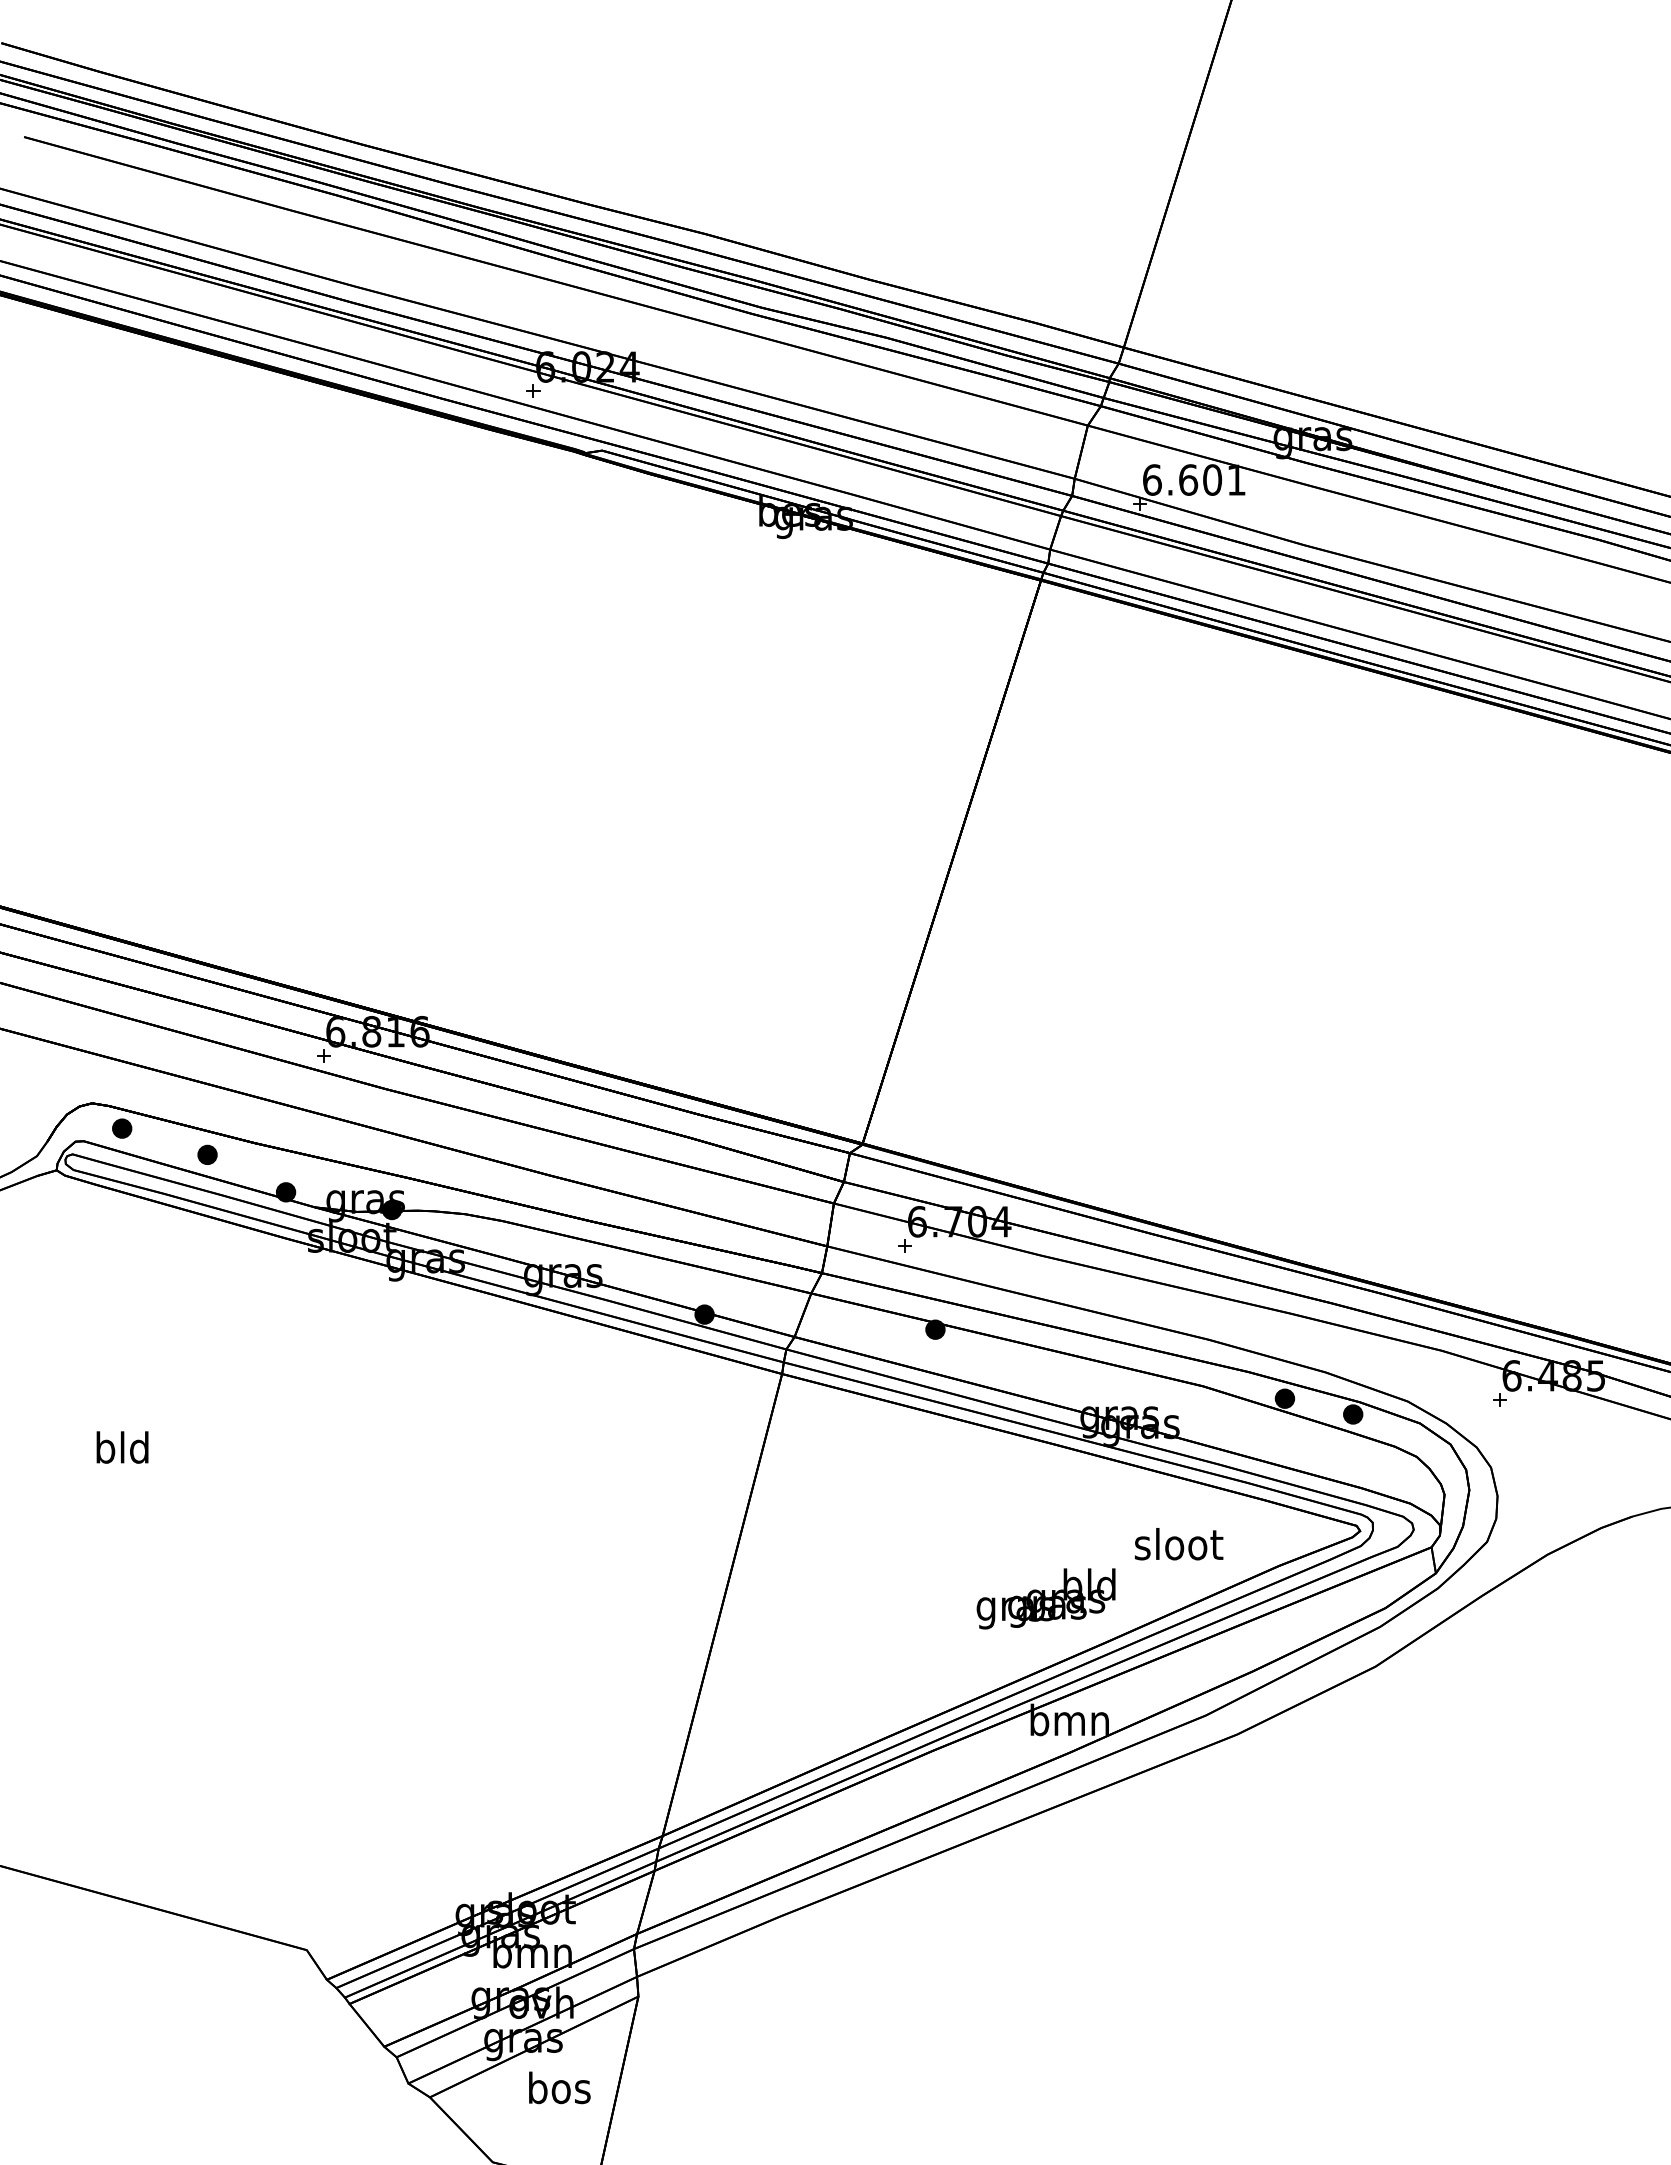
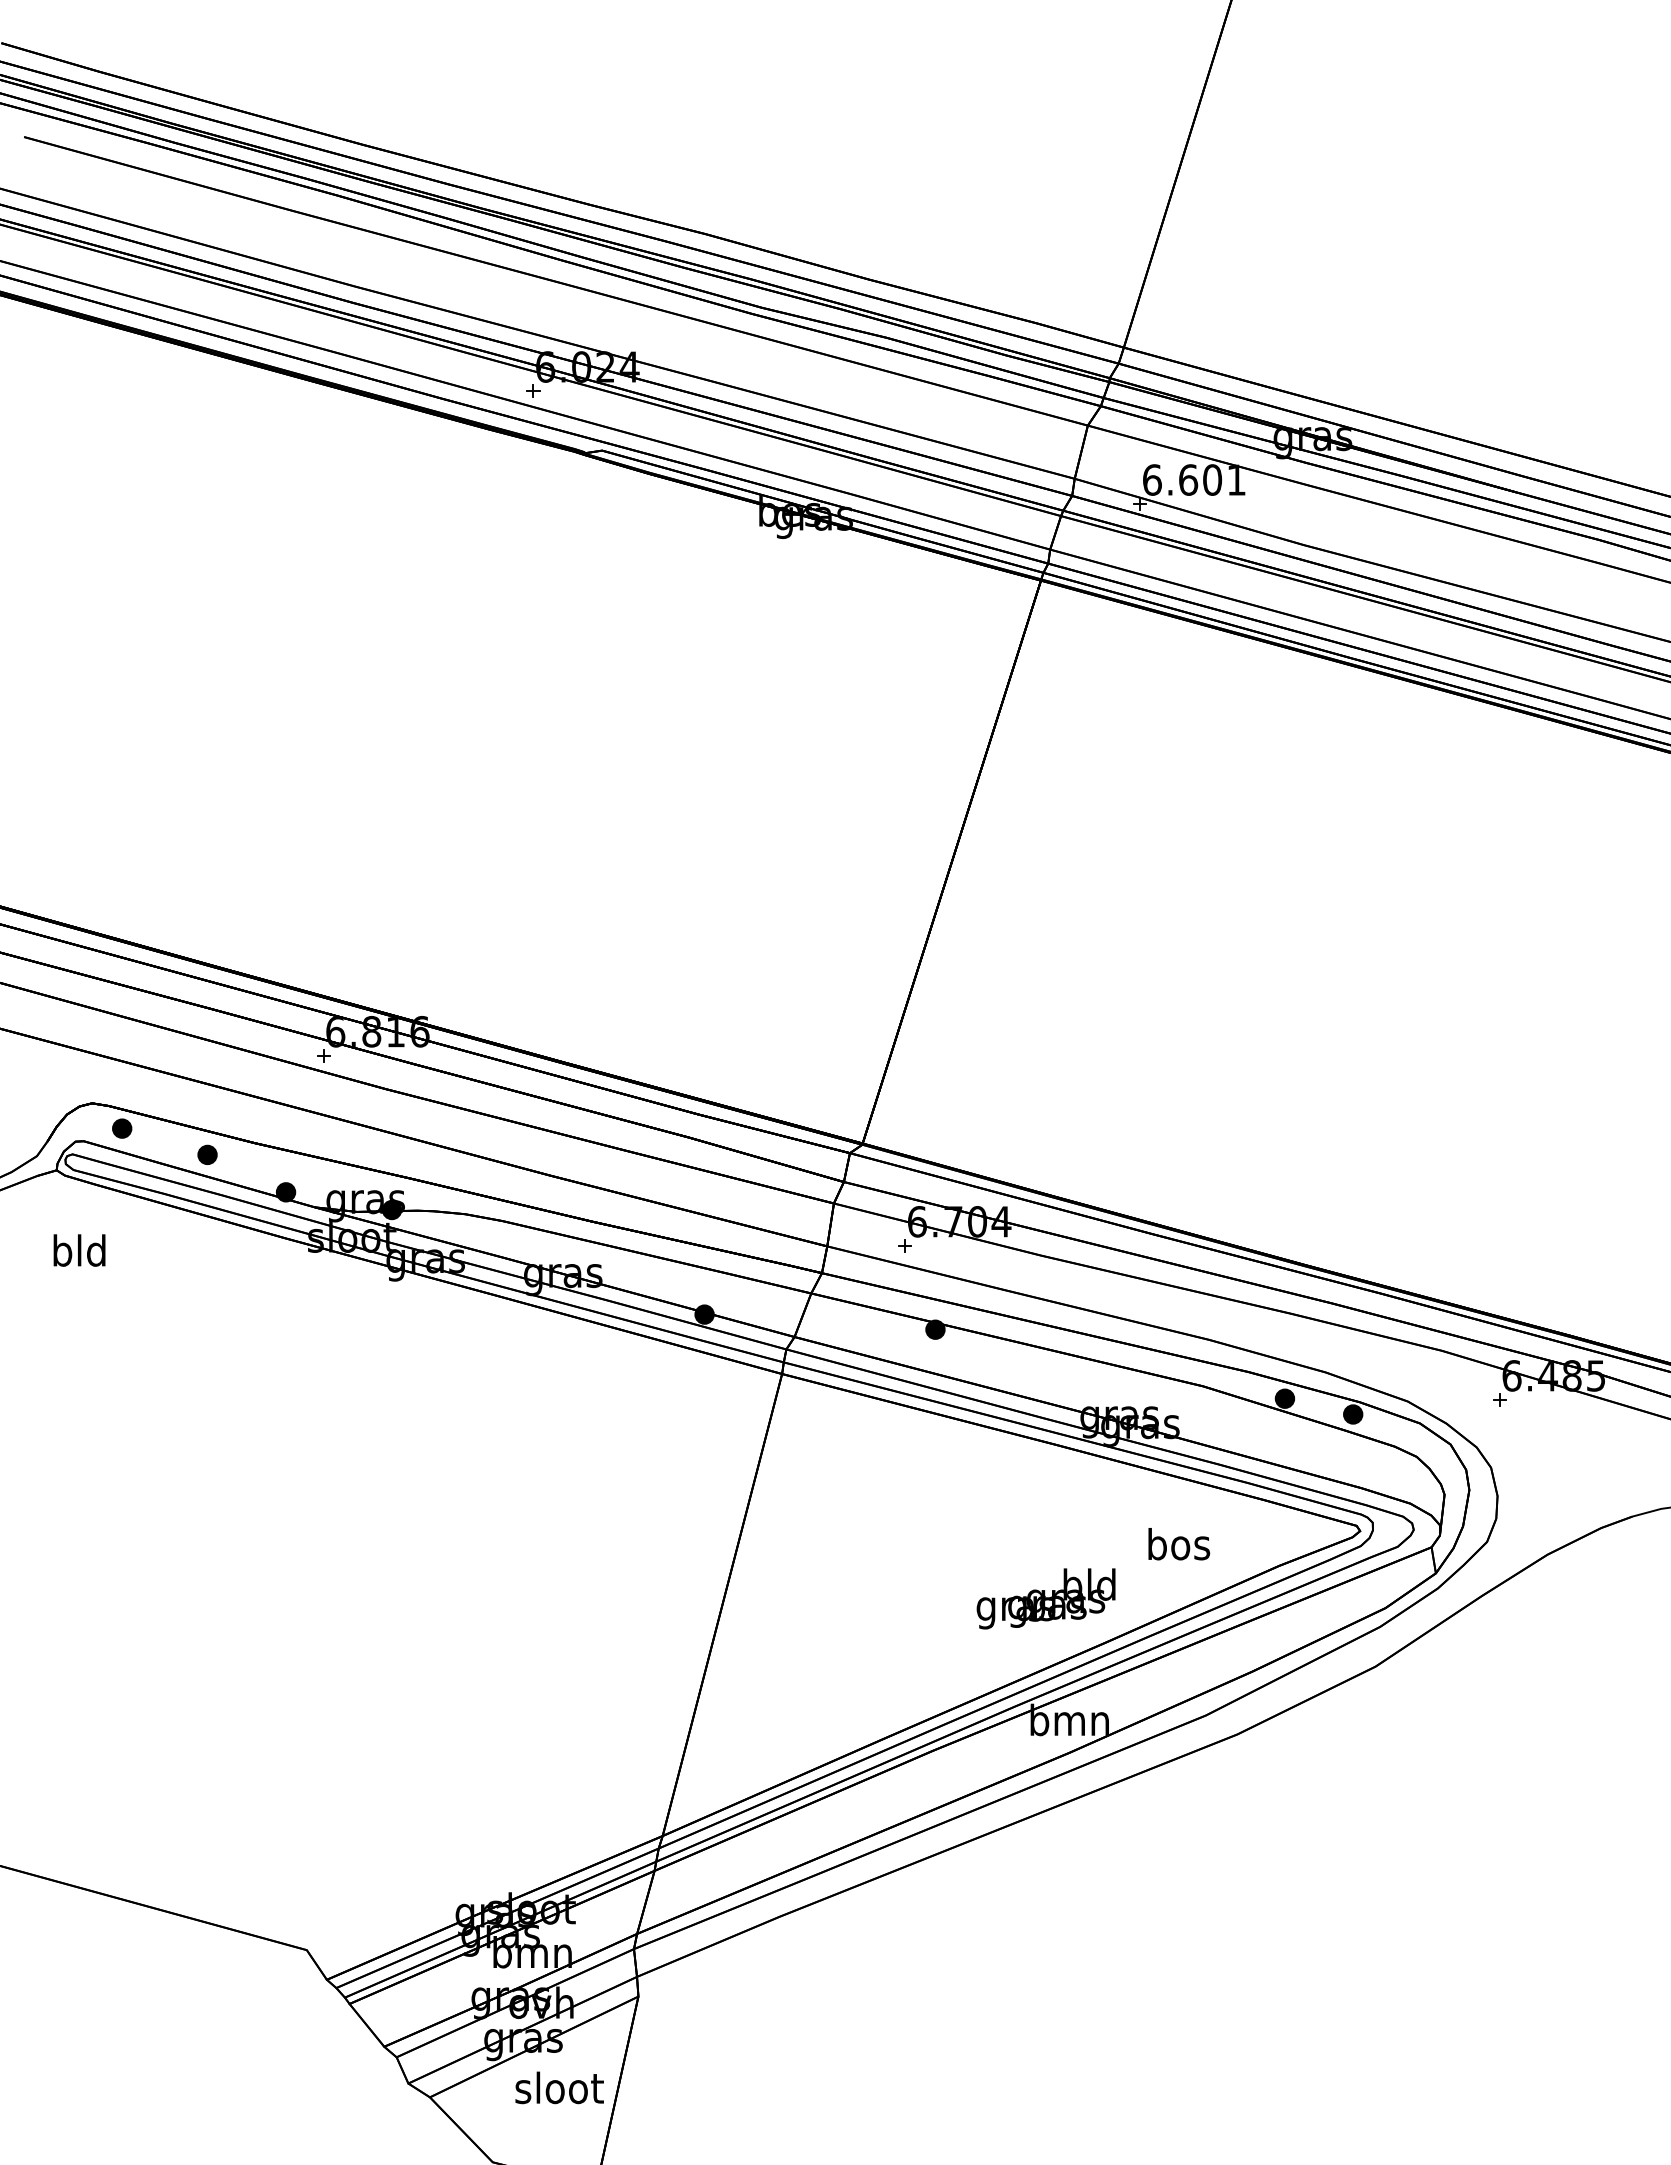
text at (122, 1447) position: (122, 1447) -> (79, 1250)
text at (1178, 1544): sloot -> bos
text at (559, 2087): bos -> sloot
